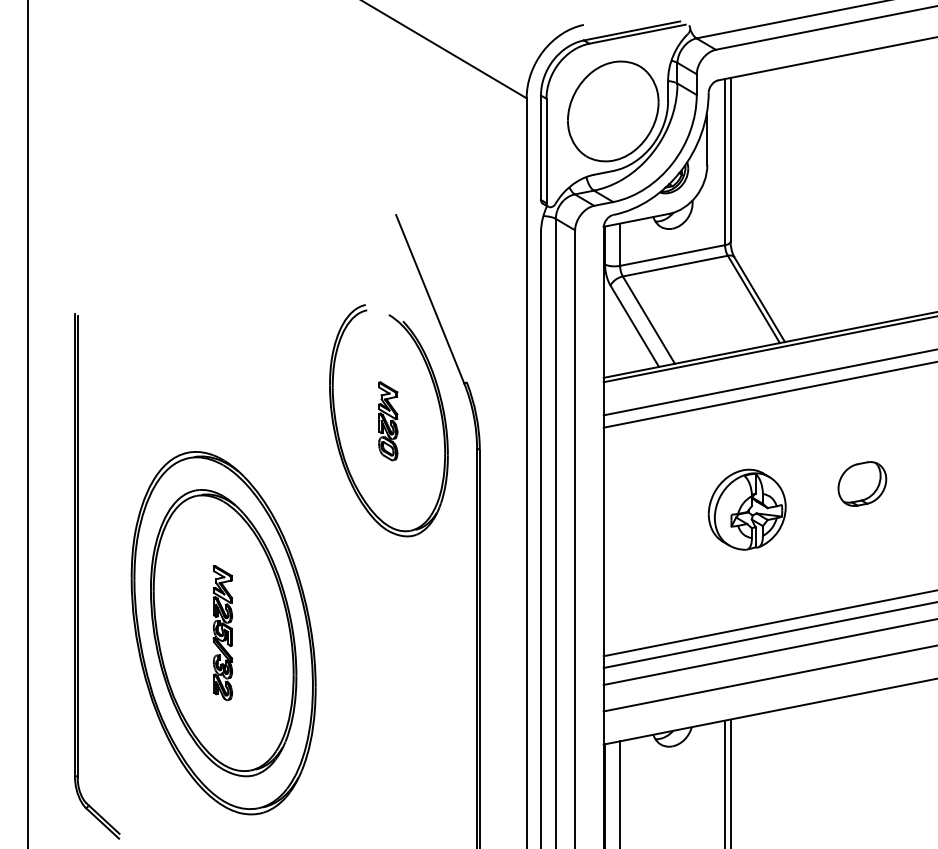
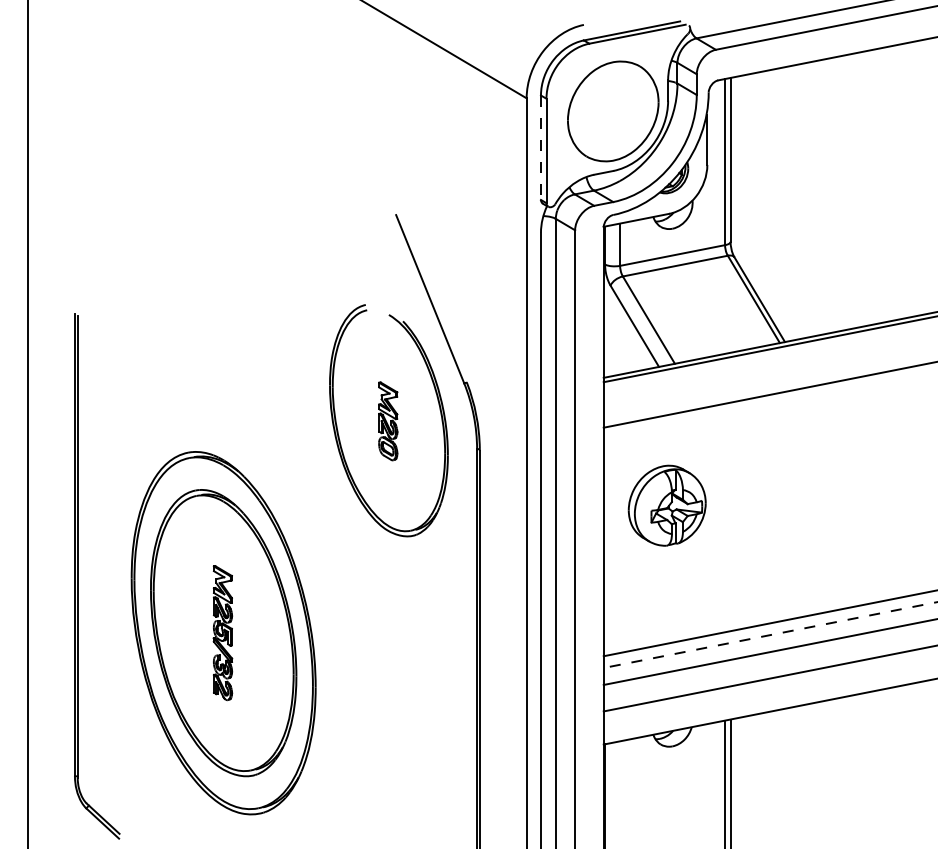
line at (540, 148): solid -> dashed
line at (768, 382): present -> none
part at (862, 483): present -> none
part at (746, 509) position: (746, 509) -> (666, 505)
line at (770, 635): solid -> dashed
line at (620, 793): present -> none
